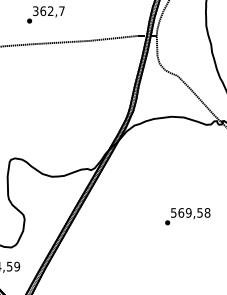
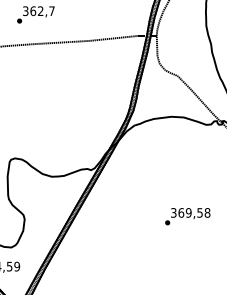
text at (45, 14) position: (45, 14) -> (35, 14)
text at (173, 212): 569,58 -> 369,58
